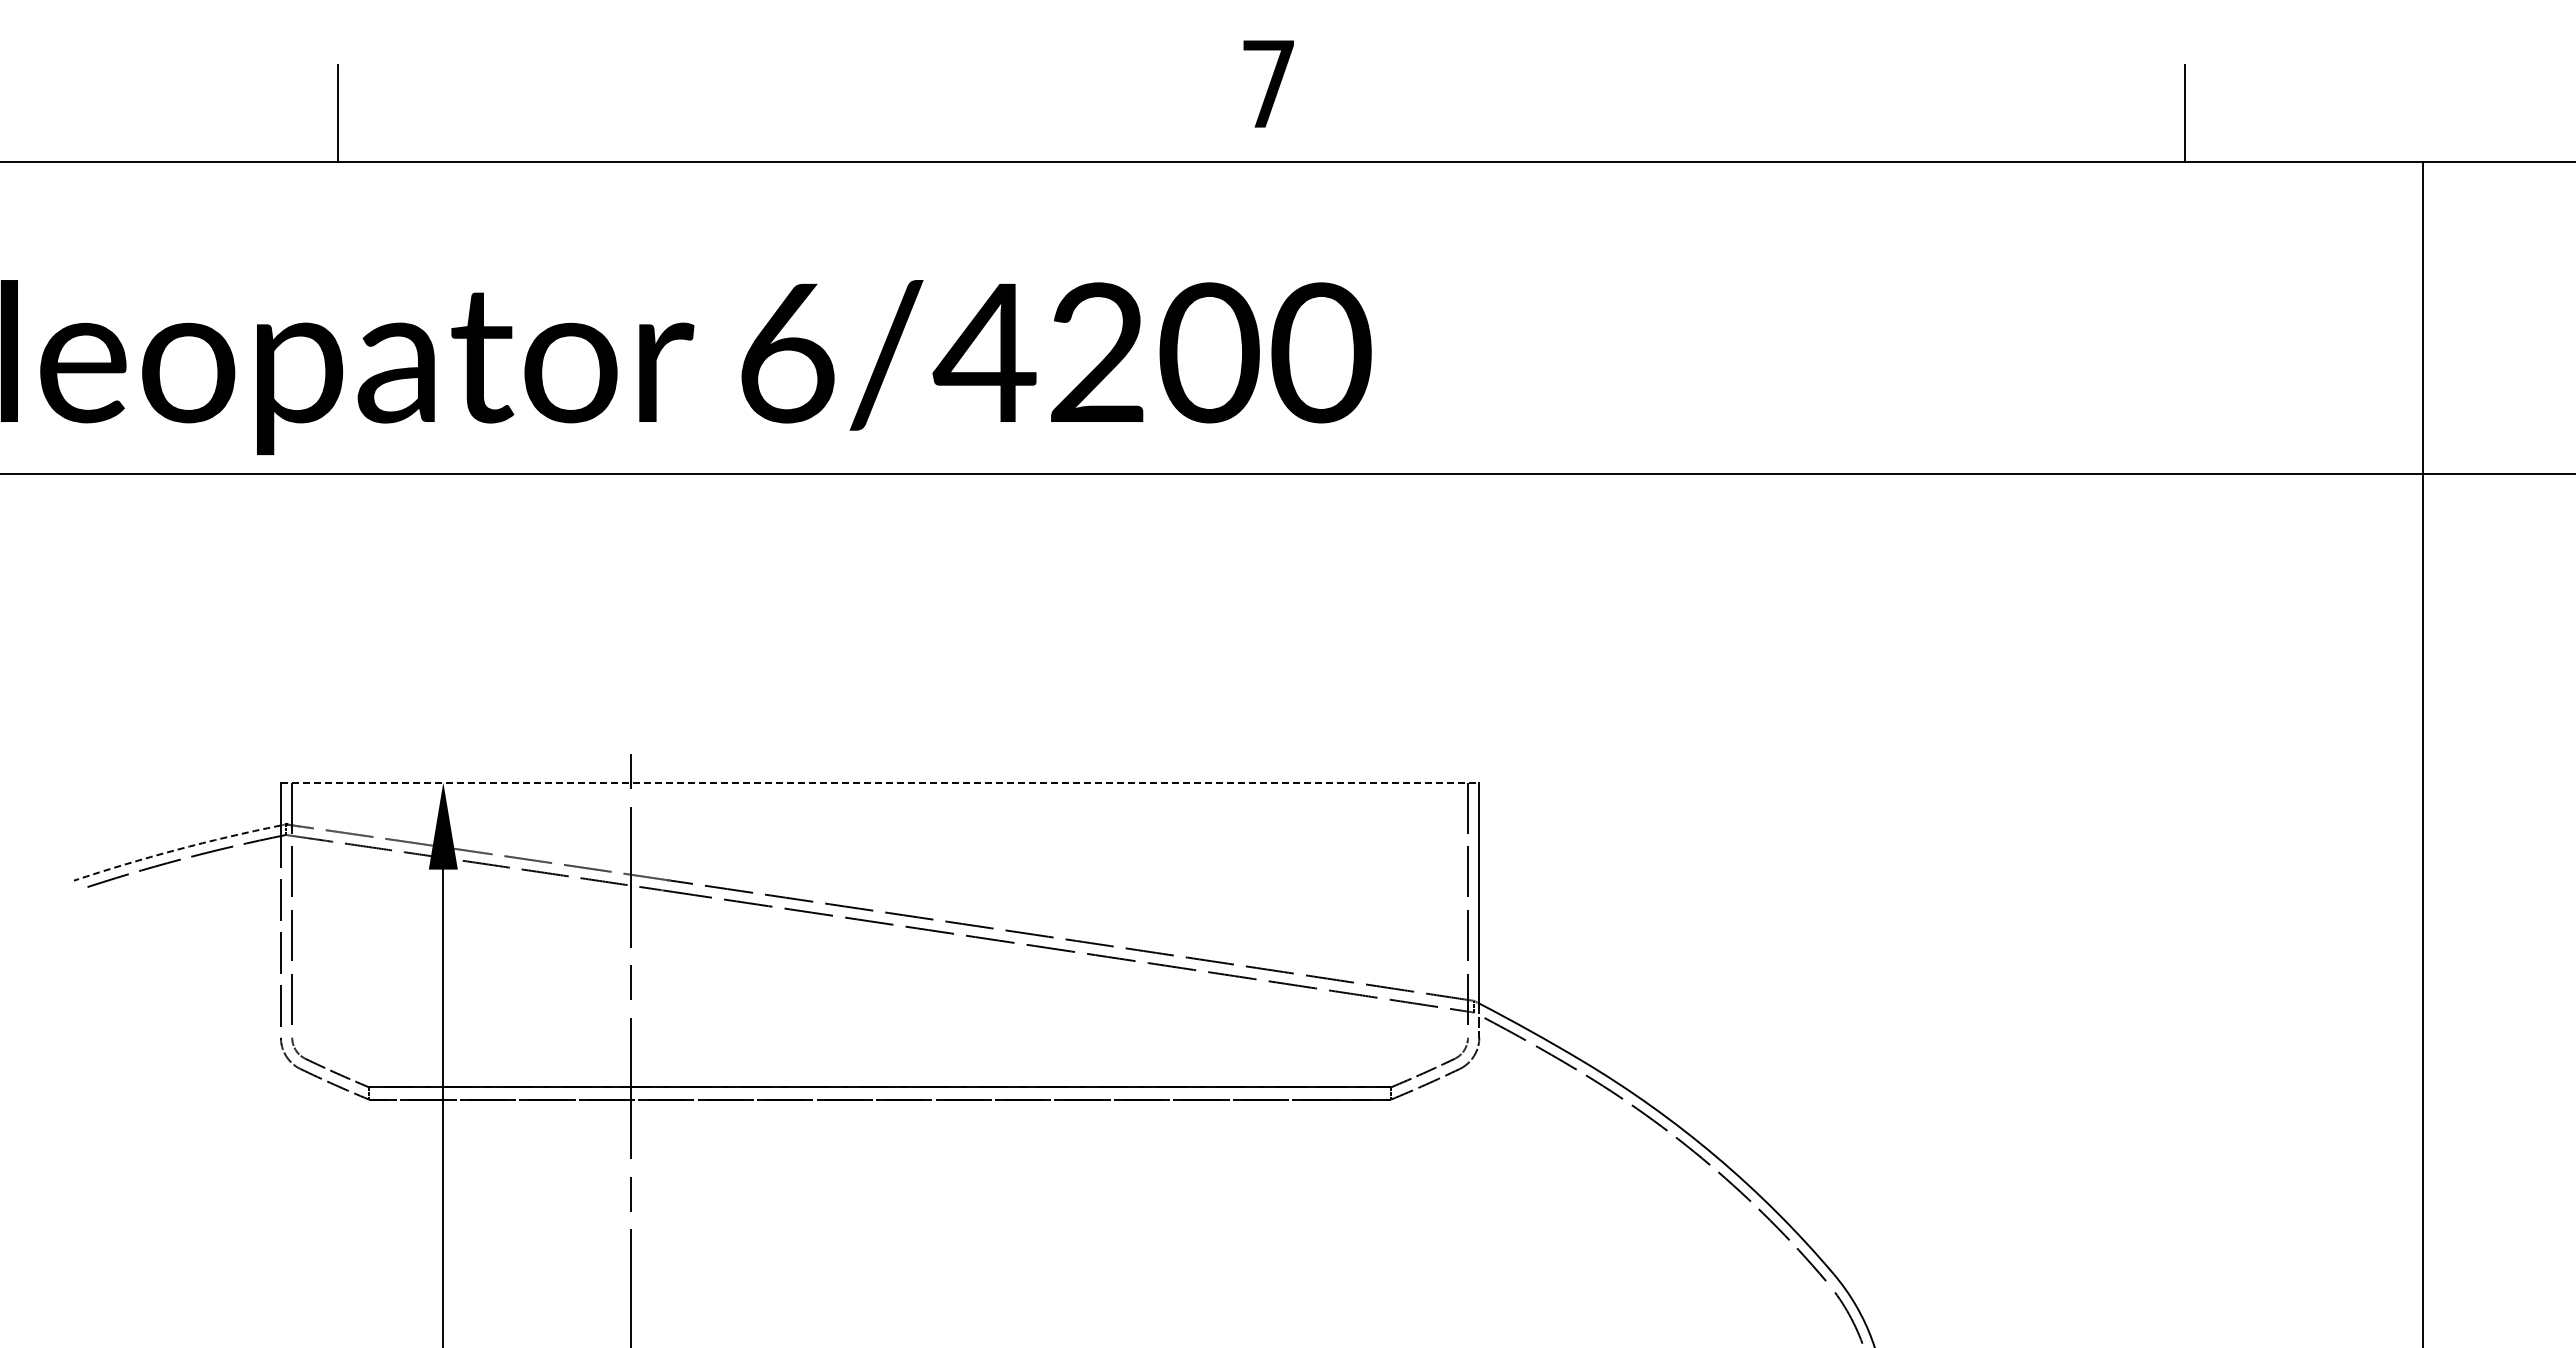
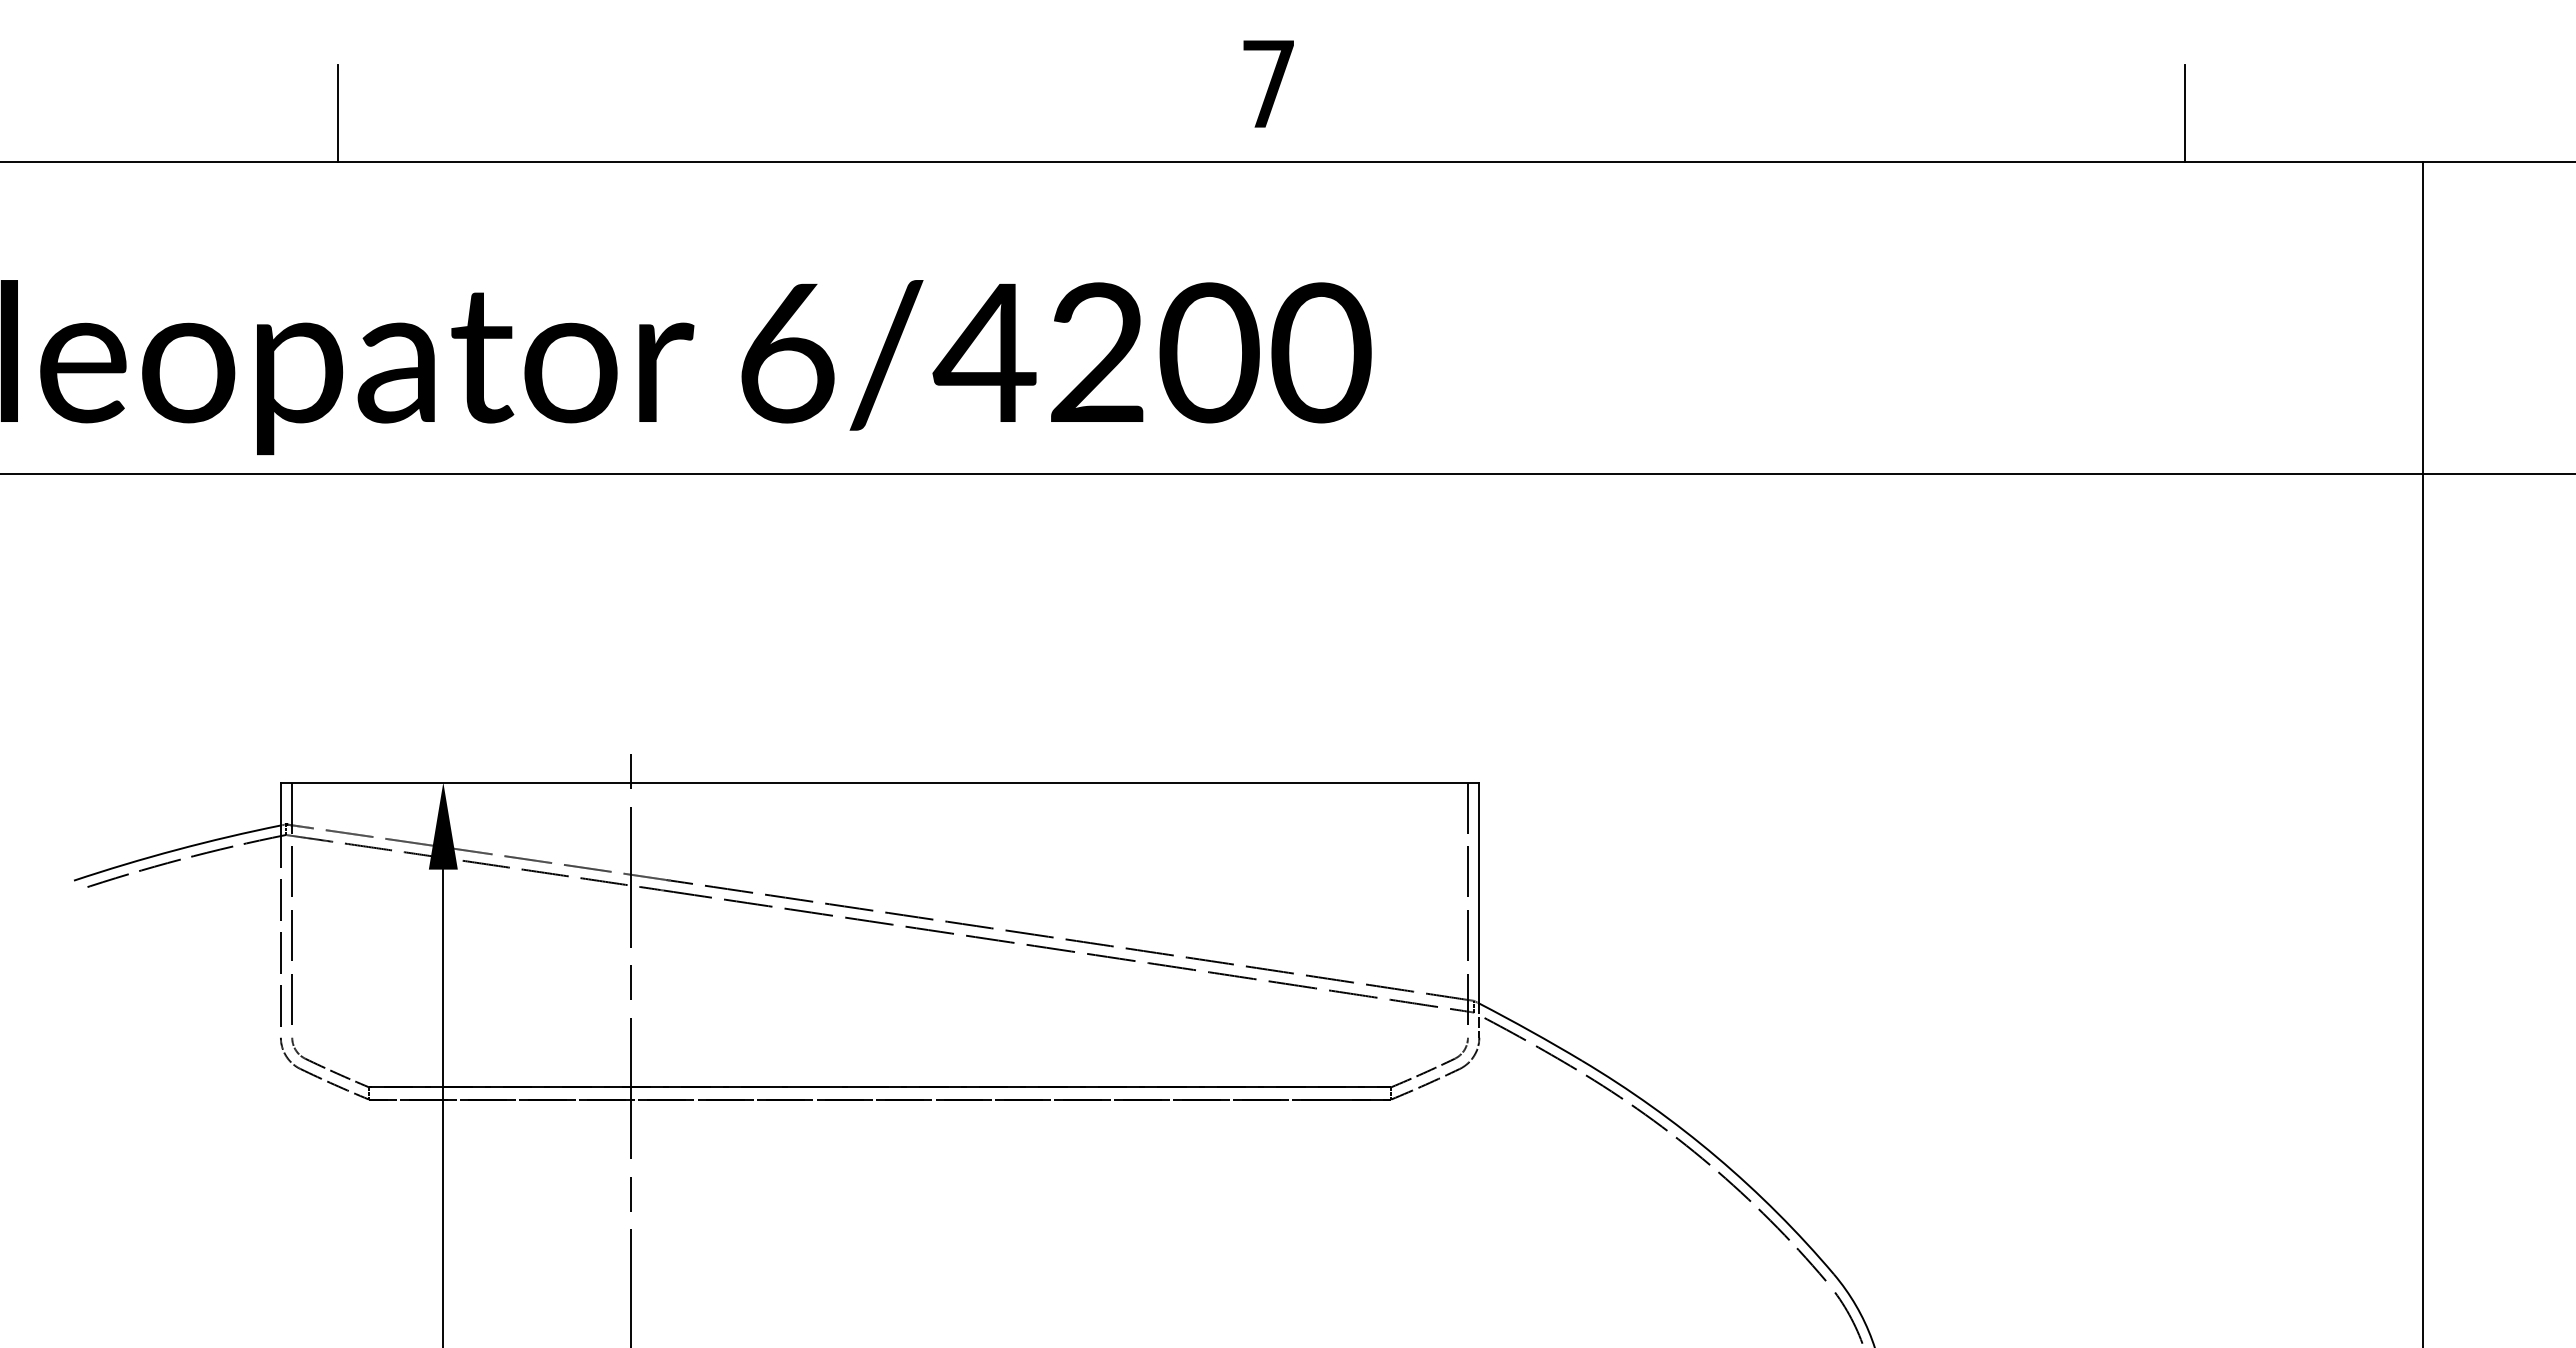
line at (880, 782): dashed -> solid
arc at (176, 849): dashed -> solid
